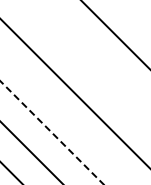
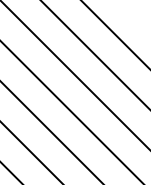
line at (94, 54): none -> present
line at (74, 75): none -> present
line at (74, 93) position: (74, 93) -> (71, 111)
line at (51, 132): dashed -> solid
